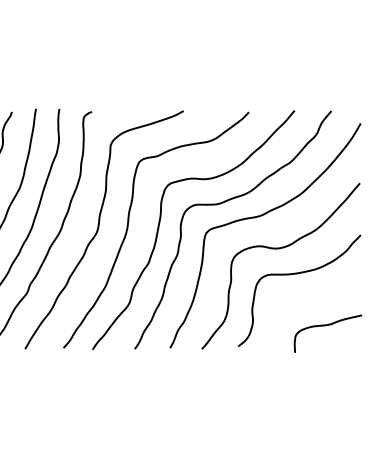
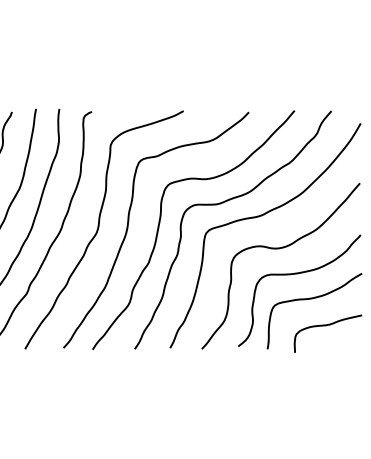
curve at (312, 299): none -> present
